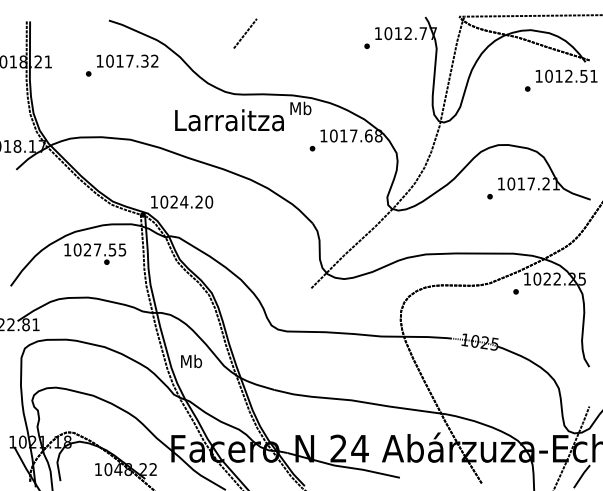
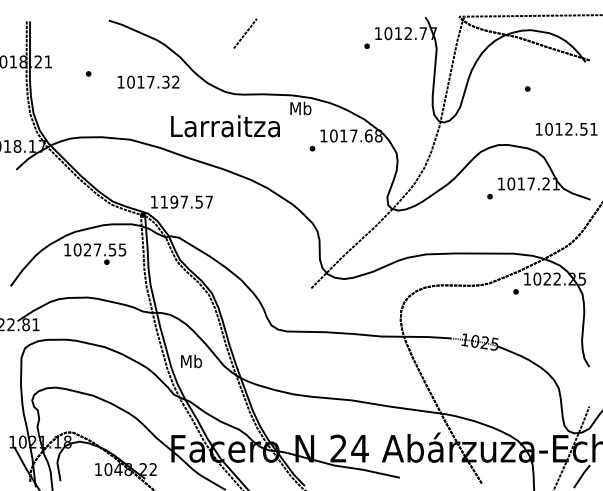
text at (127, 60) position: (127, 60) -> (148, 81)
text at (566, 75) position: (566, 75) -> (566, 128)
text at (229, 120) position: (229, 120) -> (225, 126)
text at (186, 201): 1024.20 -> 1197.57
